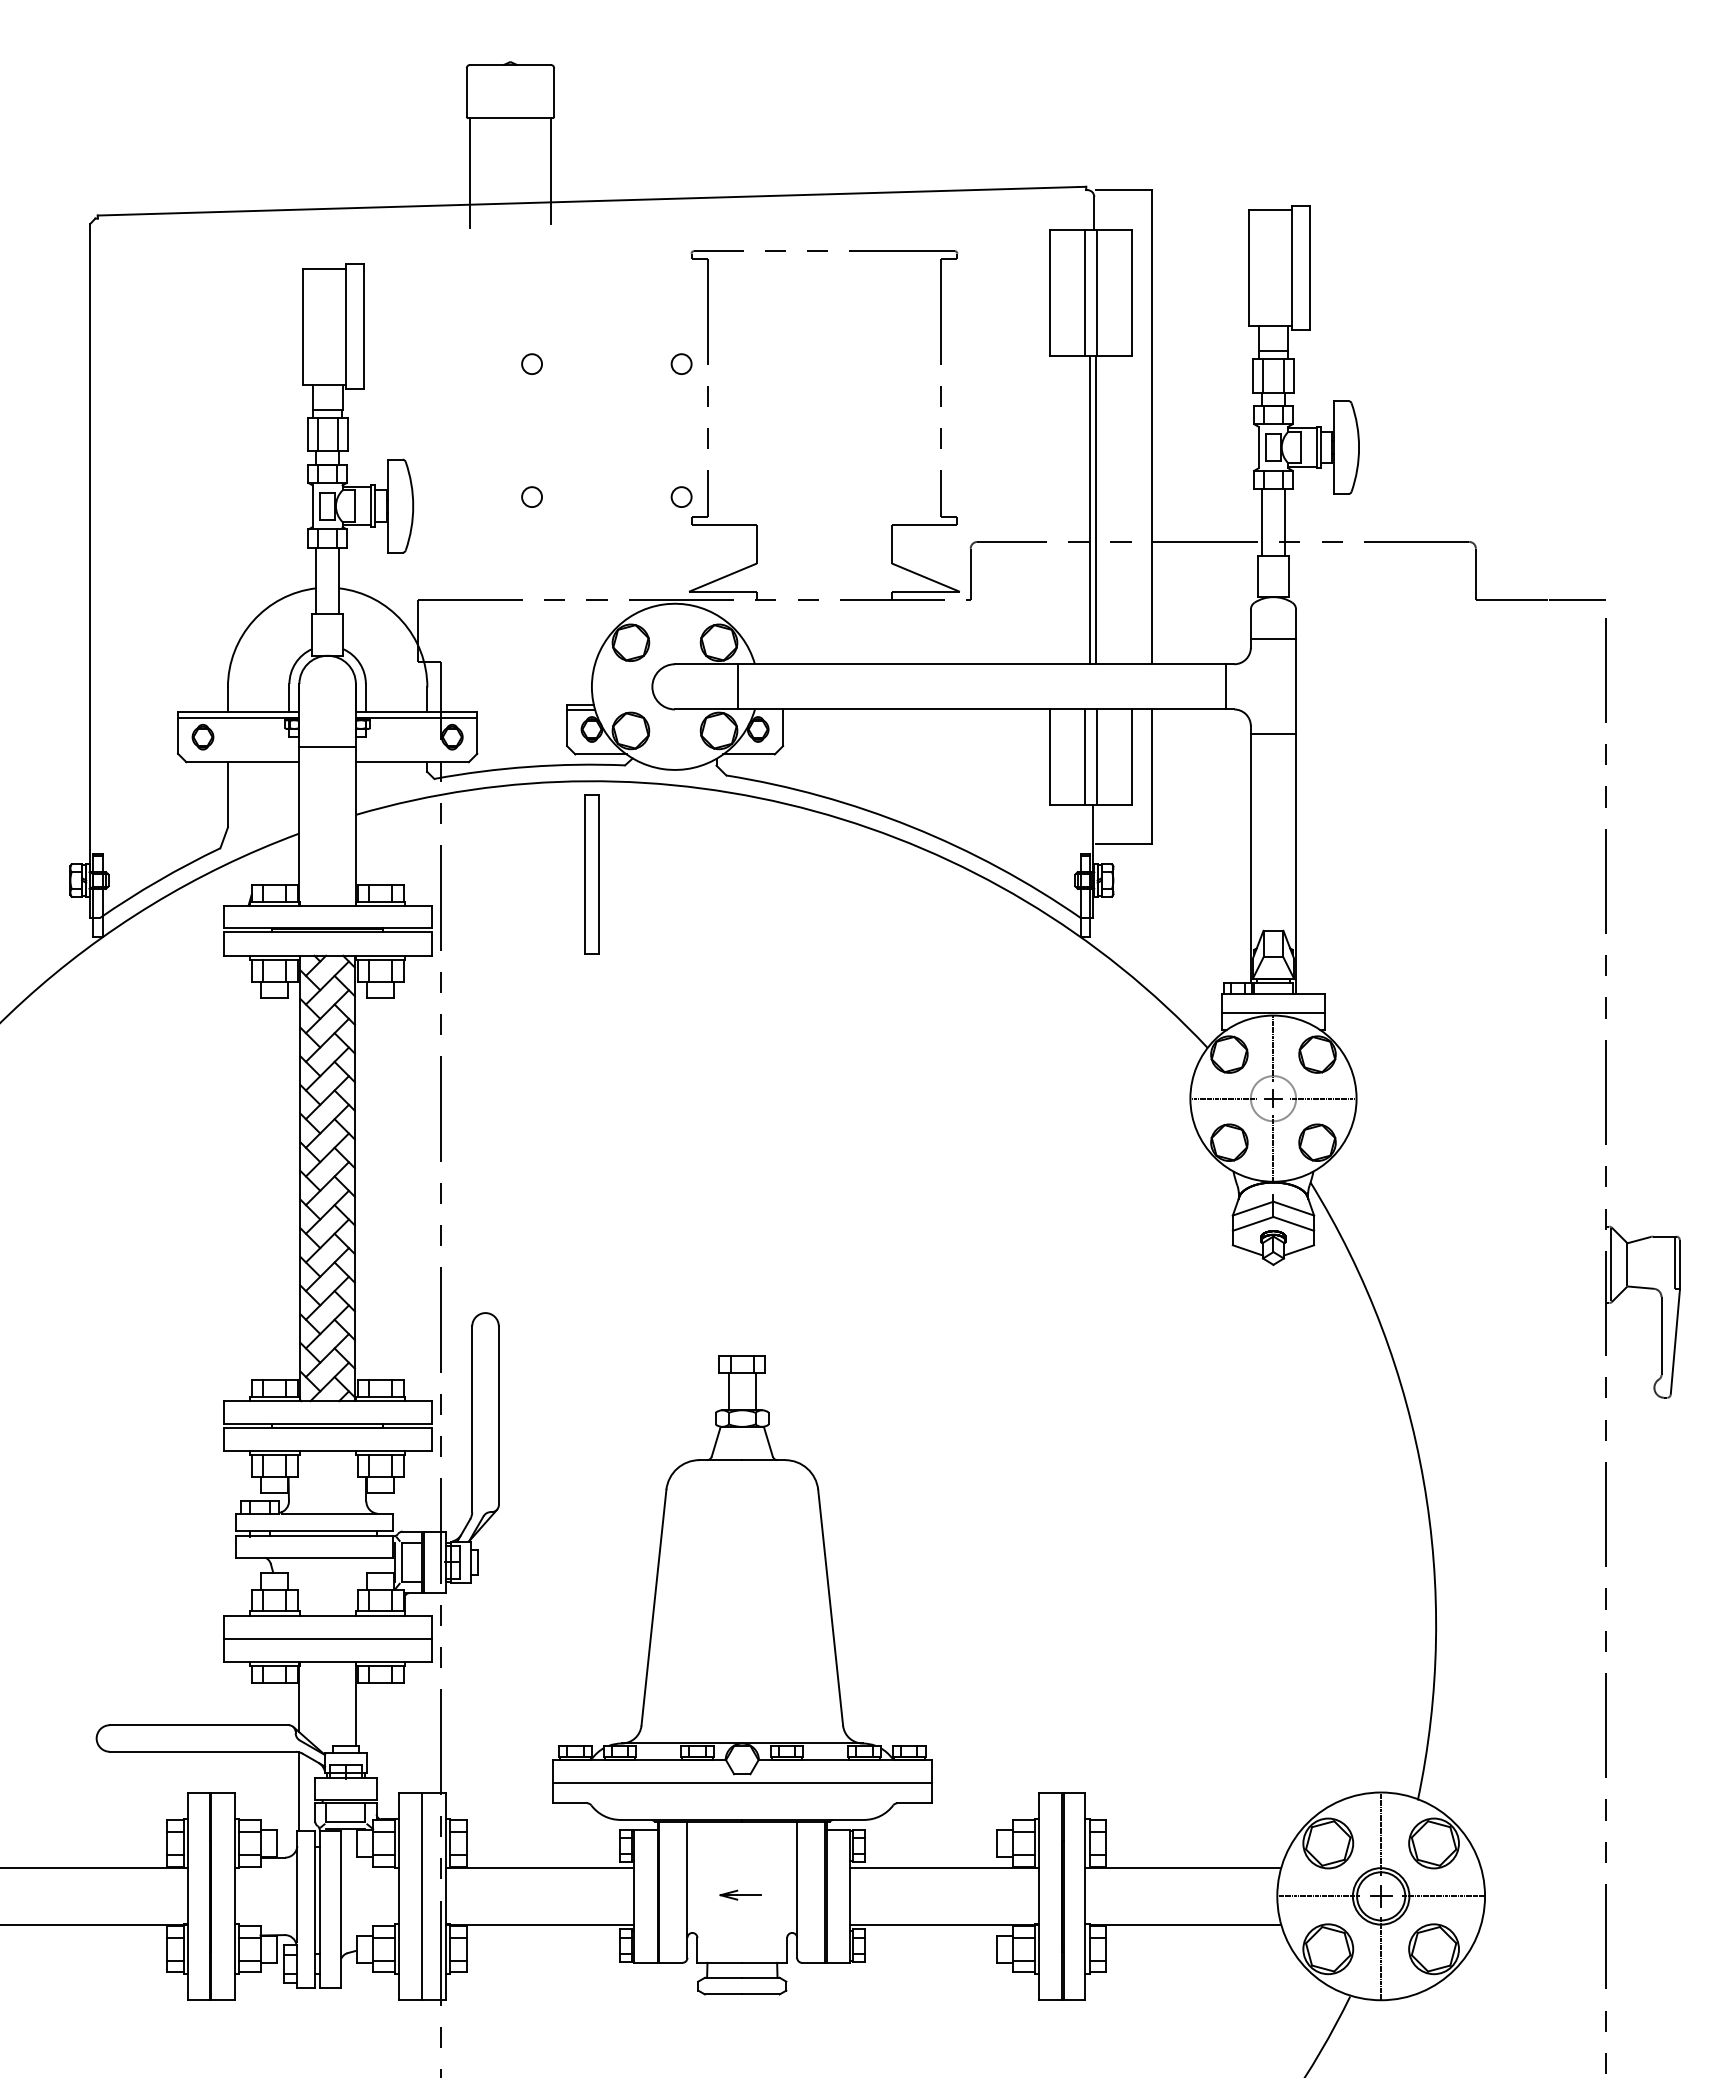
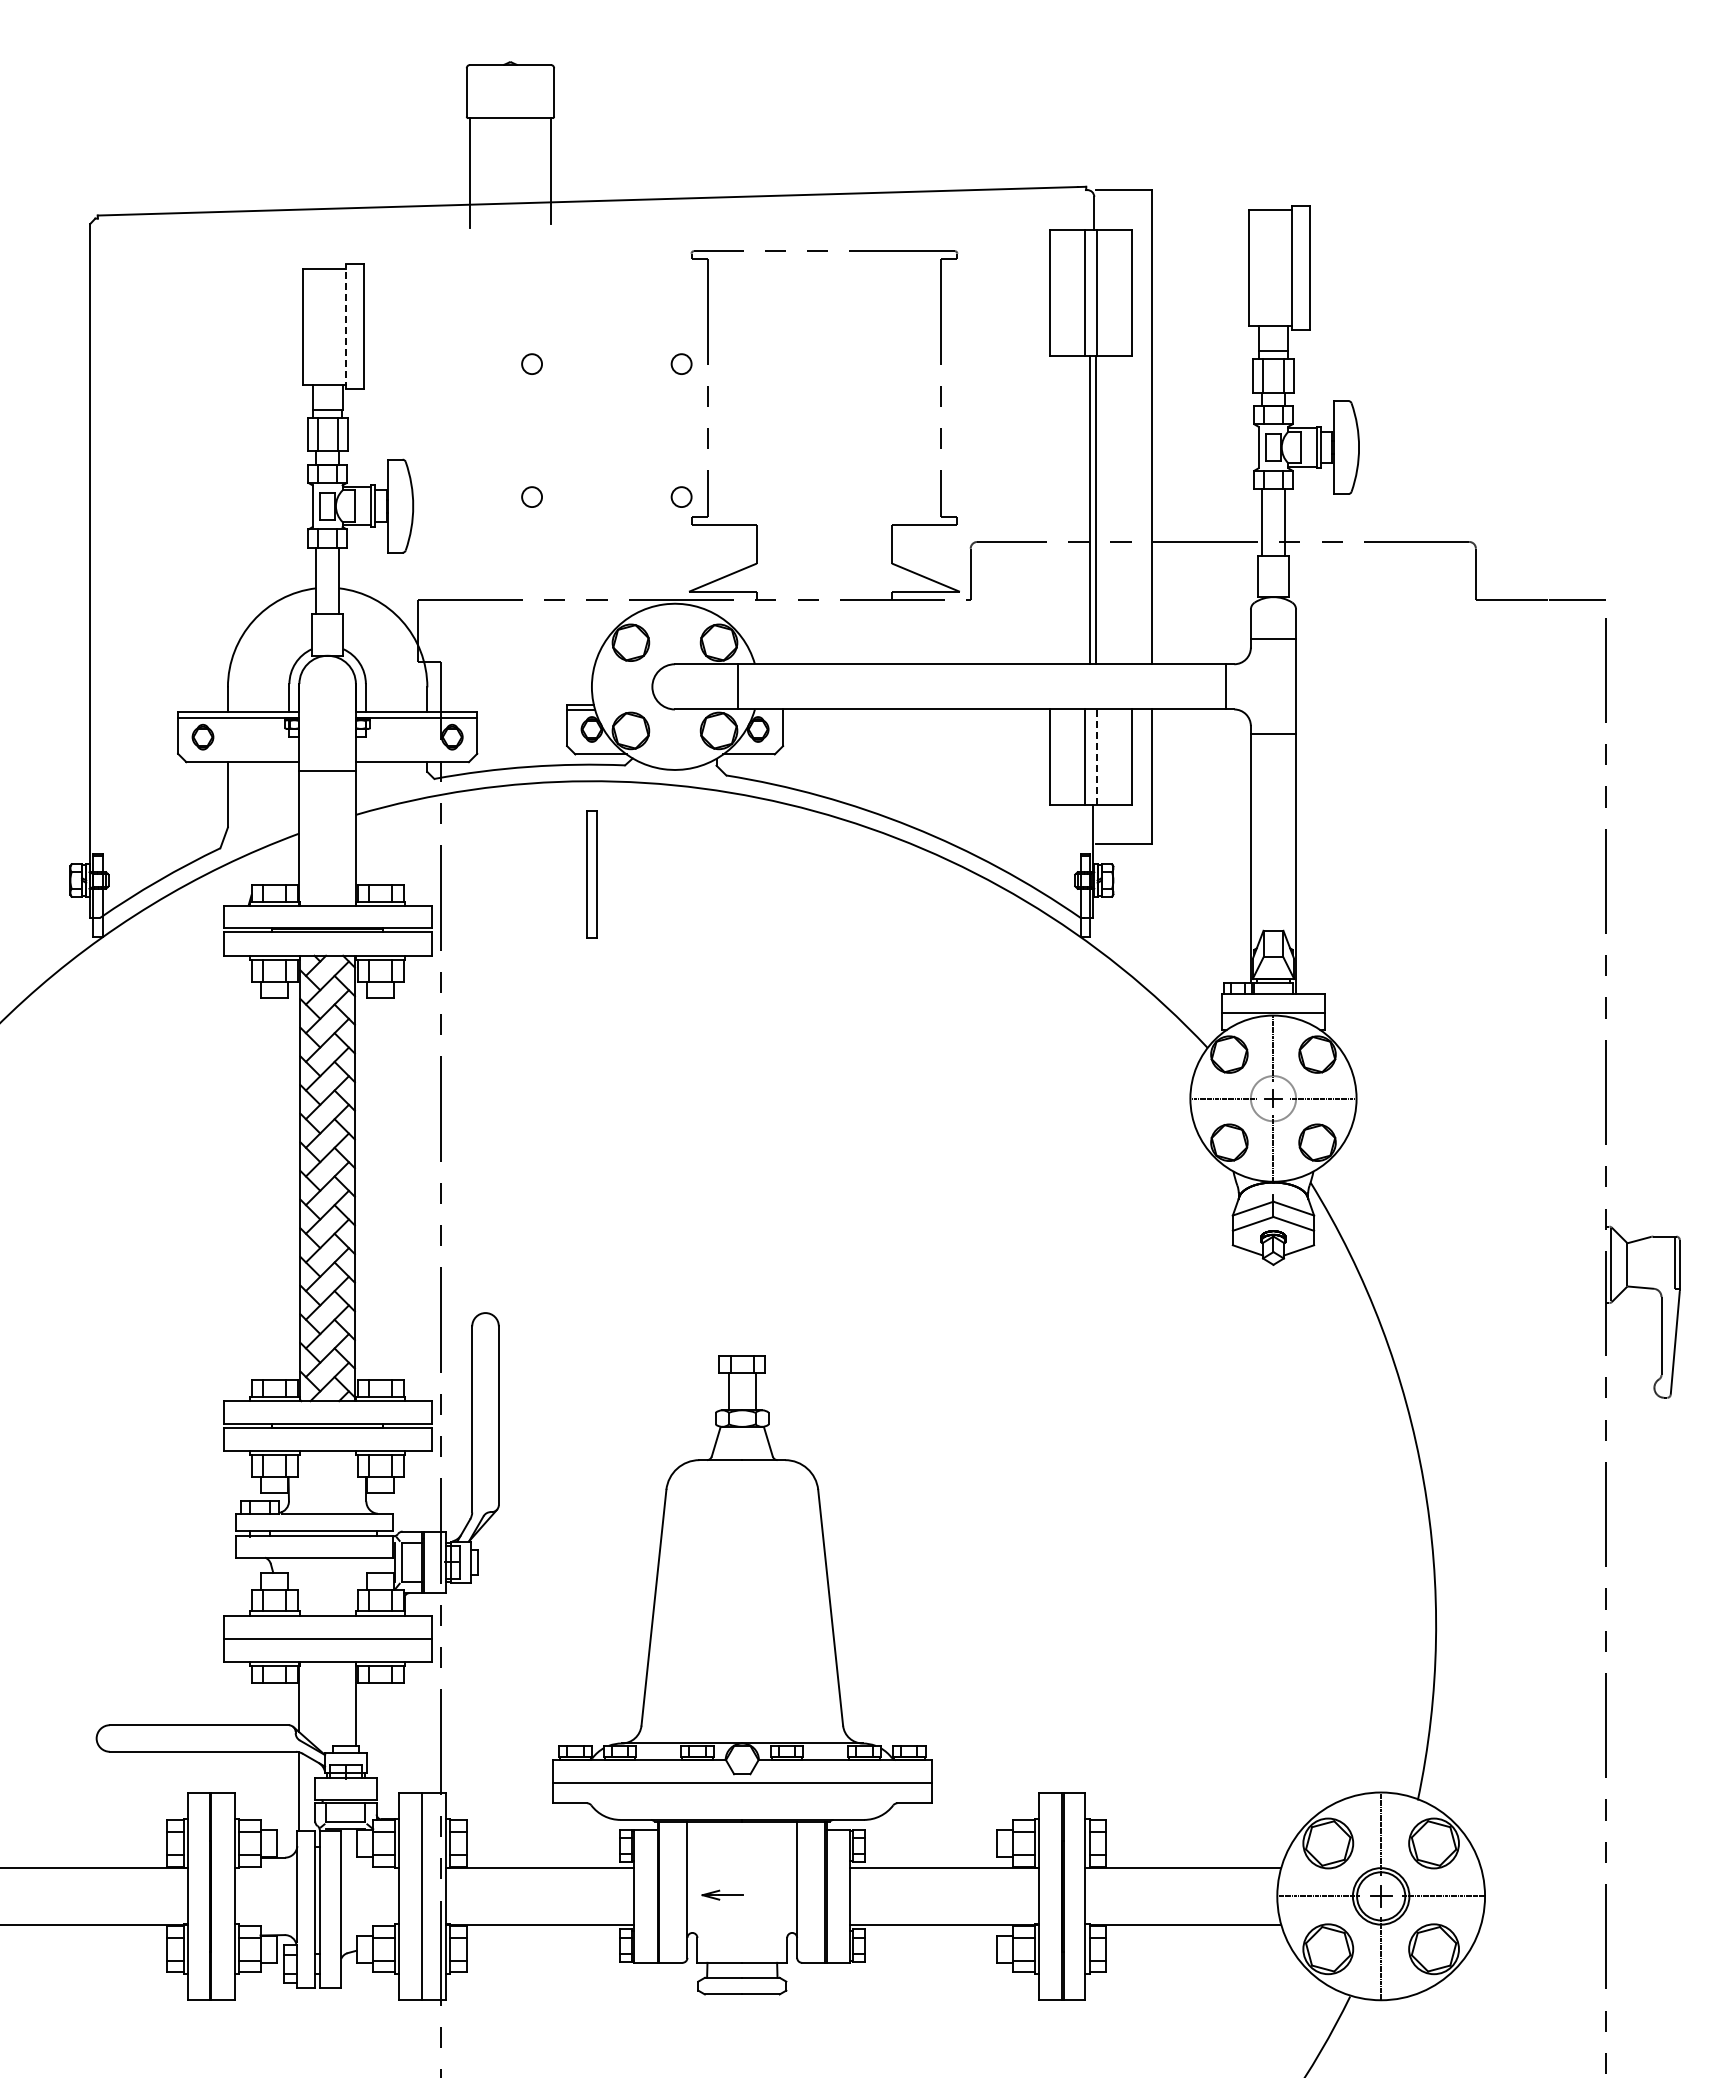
line at (345, 326): solid -> dashed
line at (327, 747) position: (327, 747) -> (327, 771)
line at (1097, 757): solid -> dashed
part at (591, 874) size: 16x161 px -> 12x129 px
part at (740, 1894) position: (740, 1894) -> (722, 1894)
